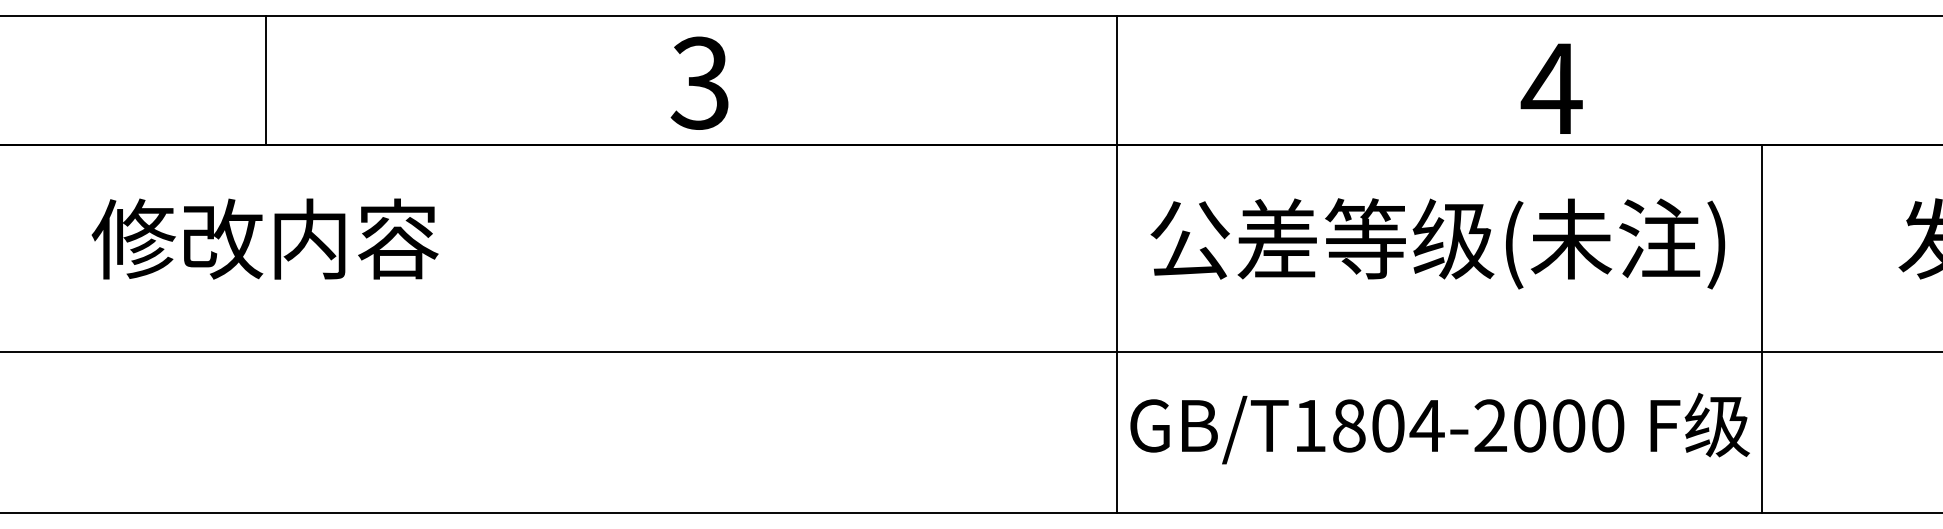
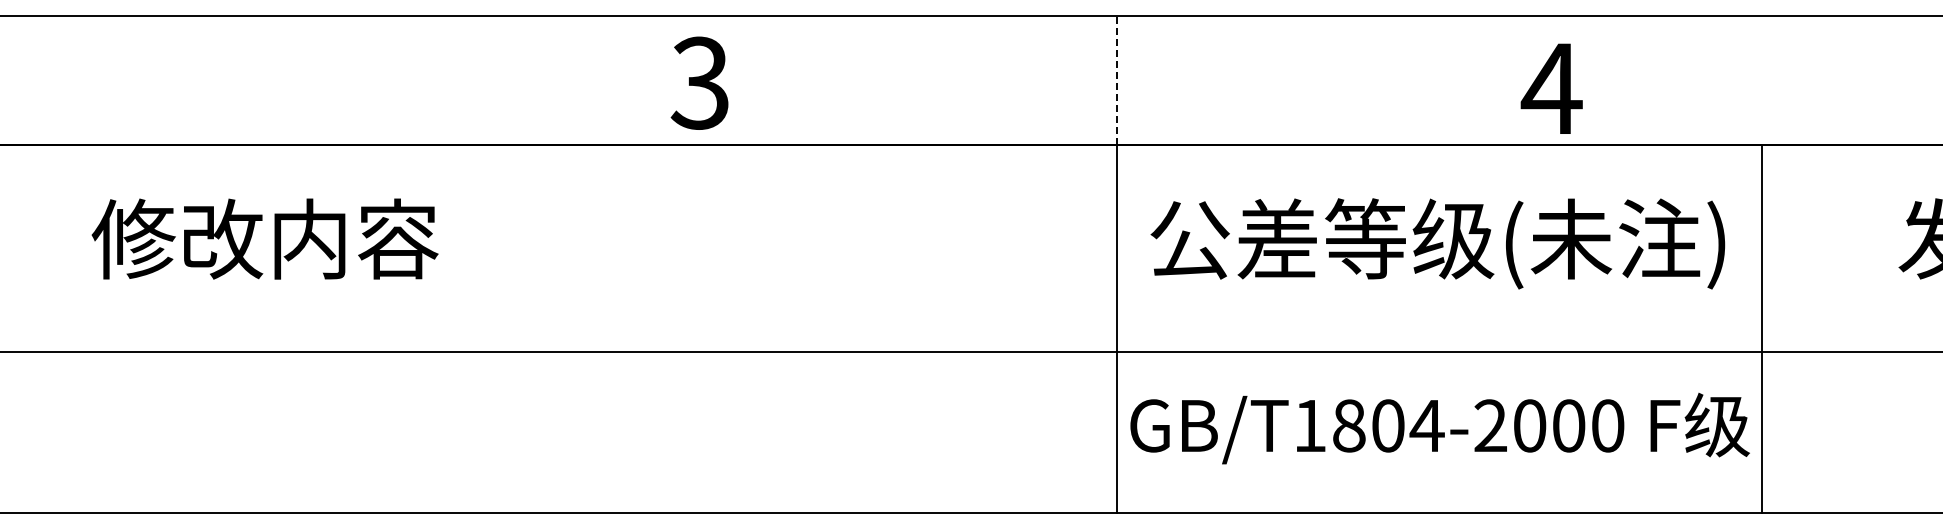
line at (265, 79): present -> none
line at (1117, 79): solid -> dashed
